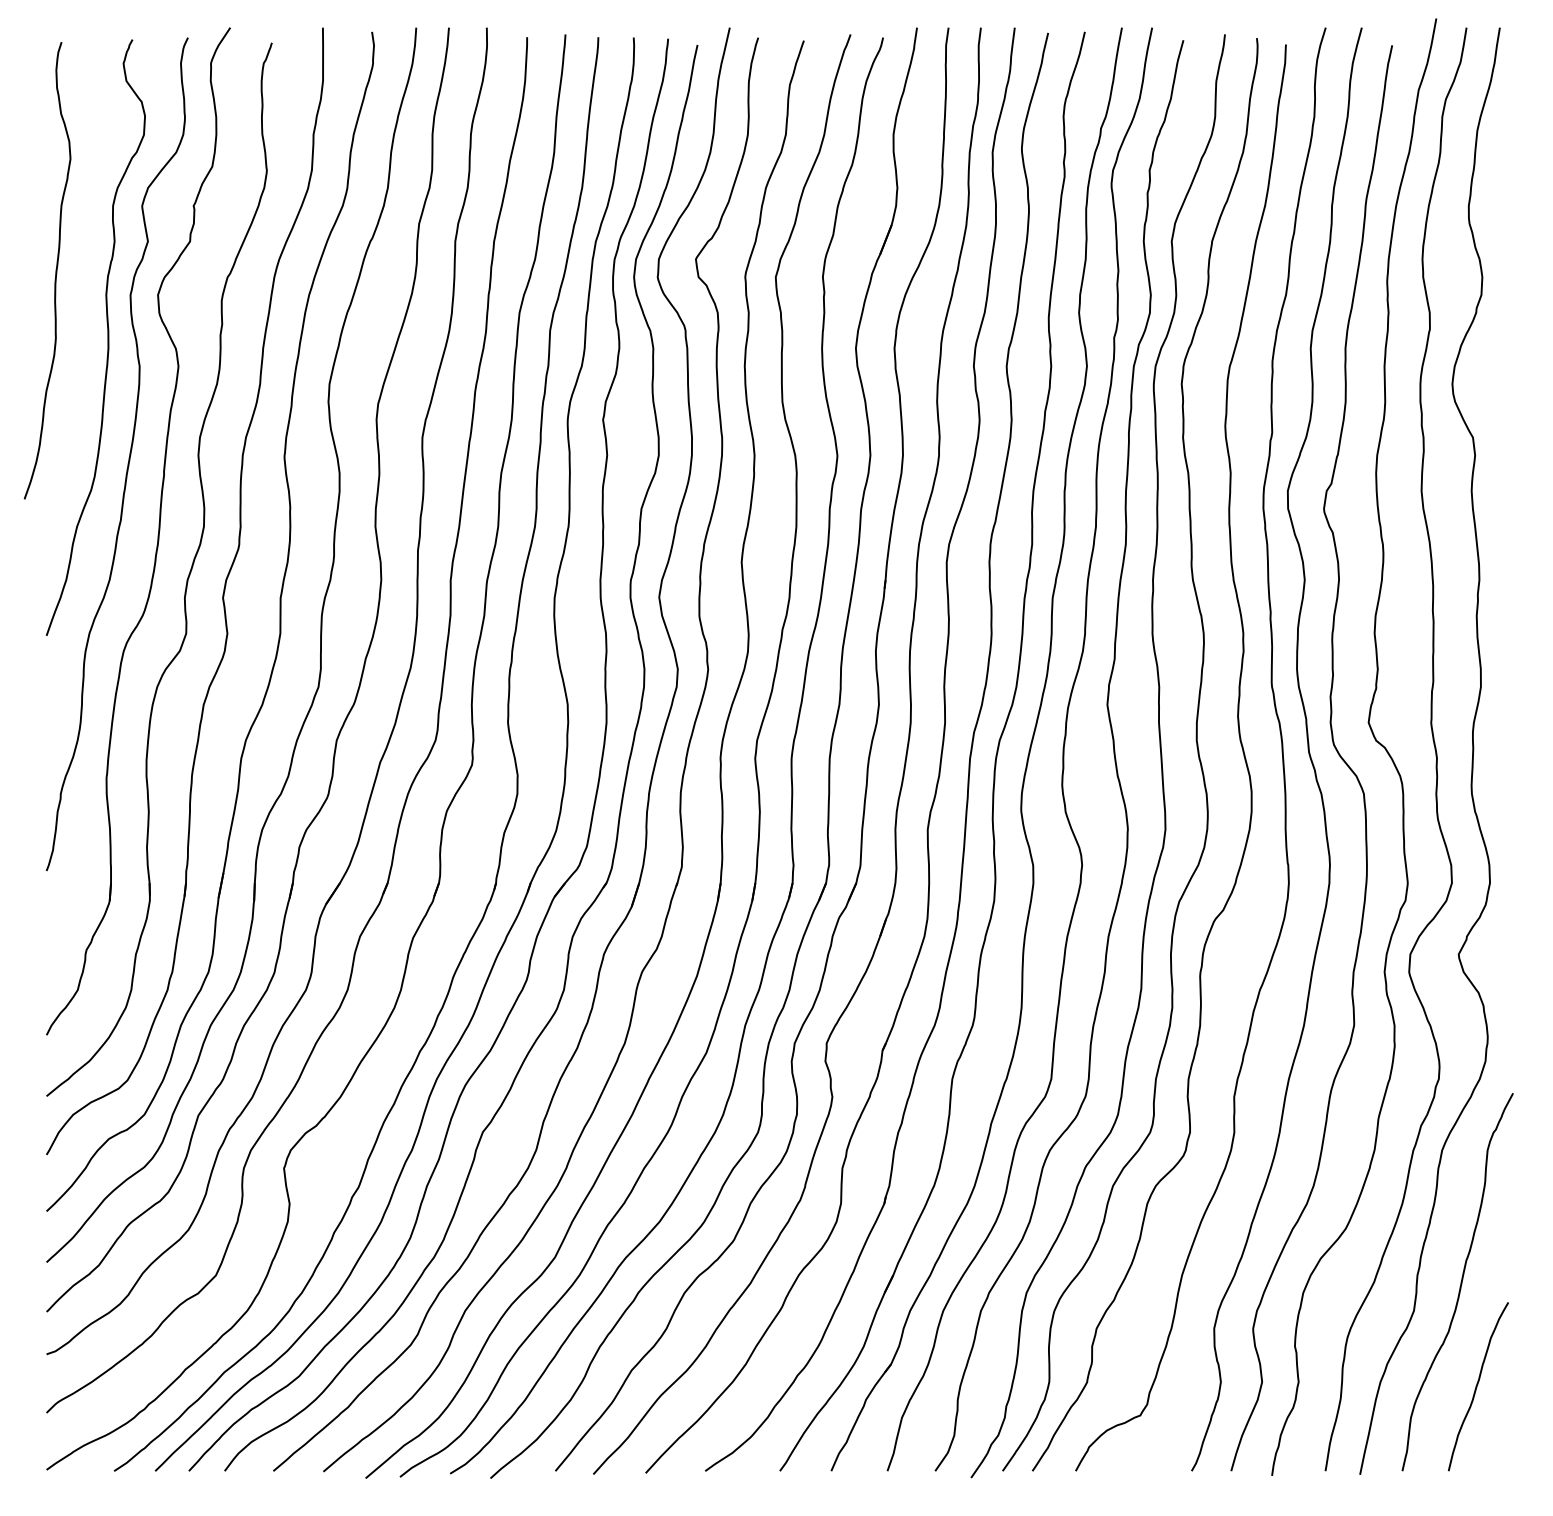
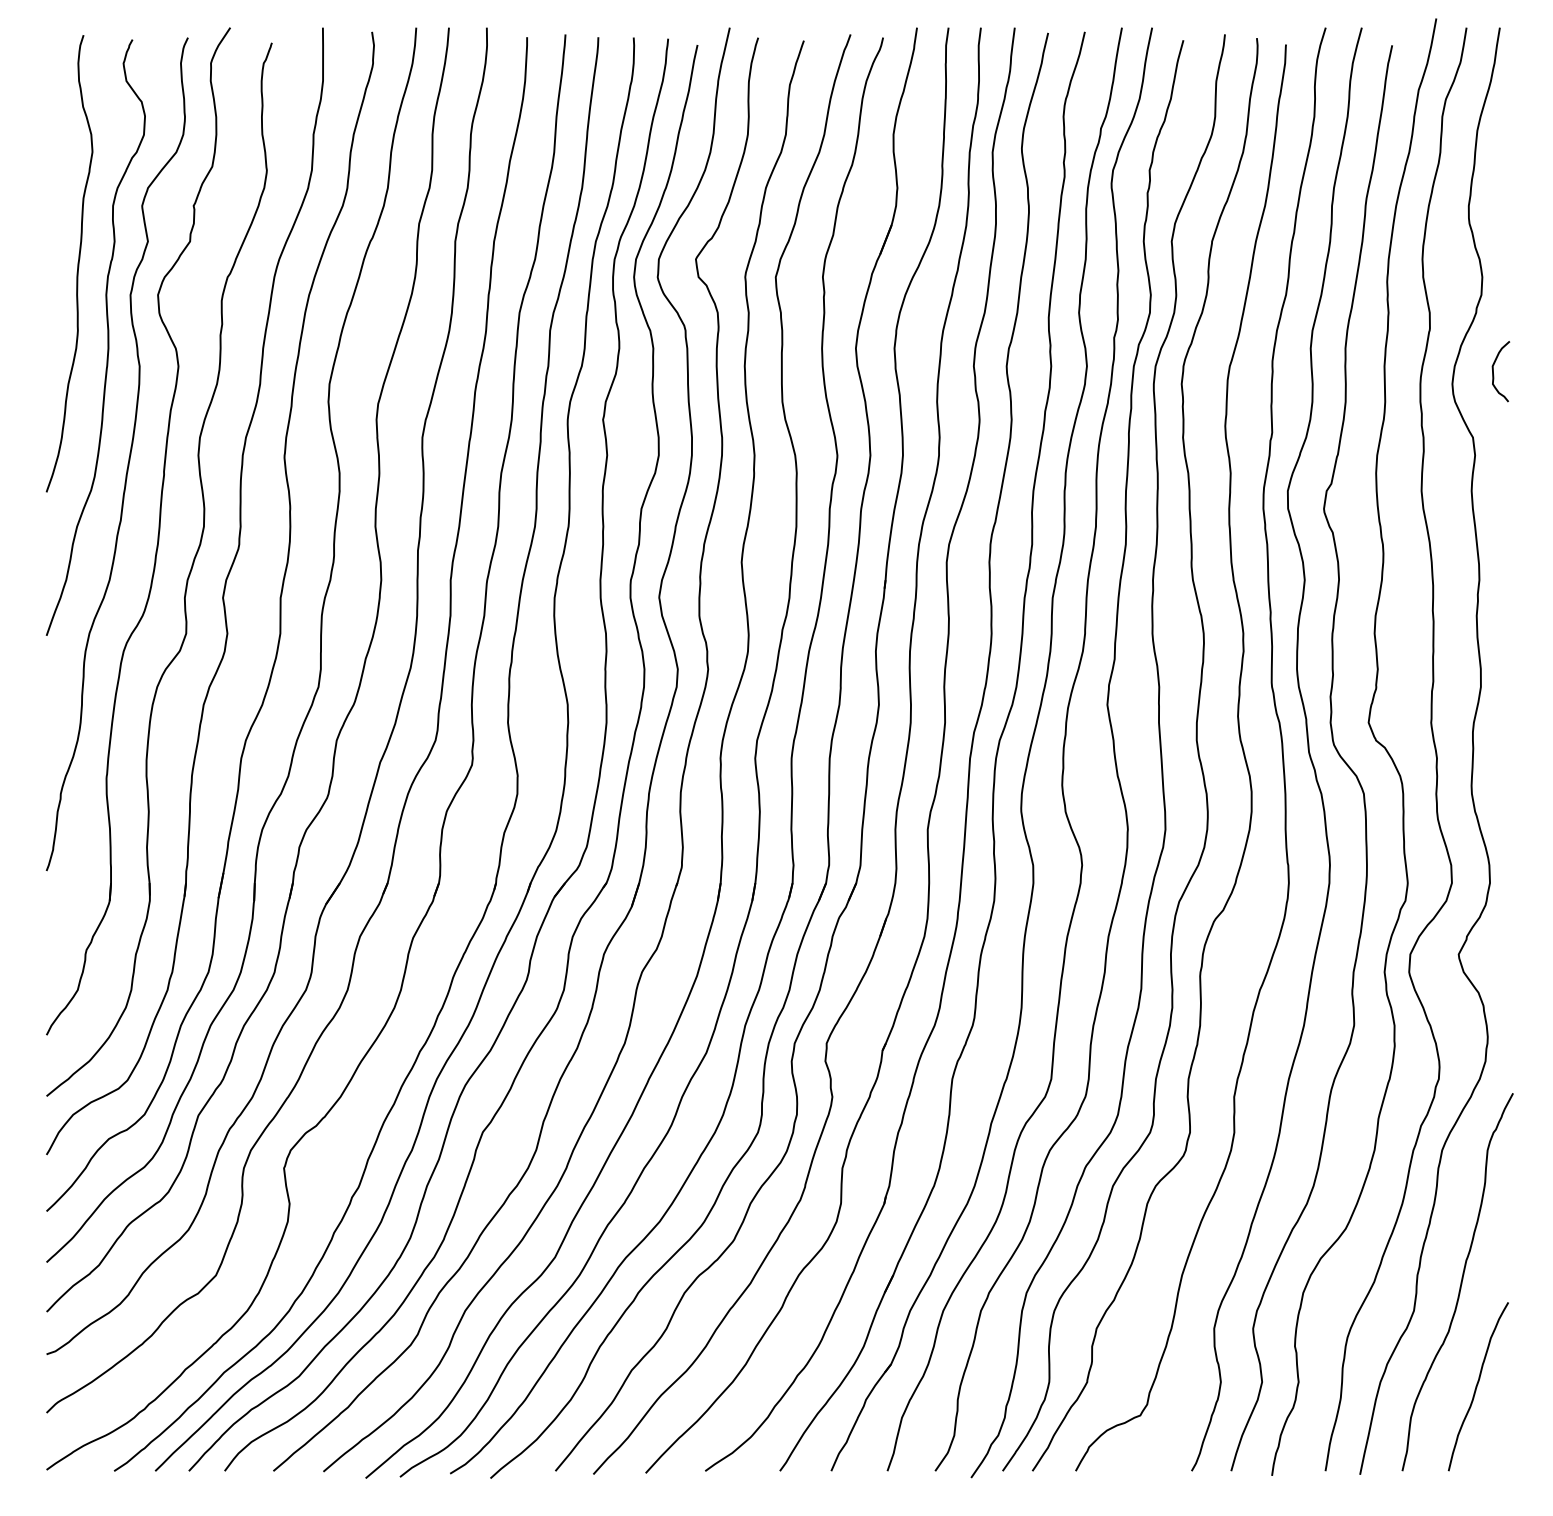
curve at (55, 270) position: (55, 270) -> (77, 263)
curve at (1493, 371): none -> present
